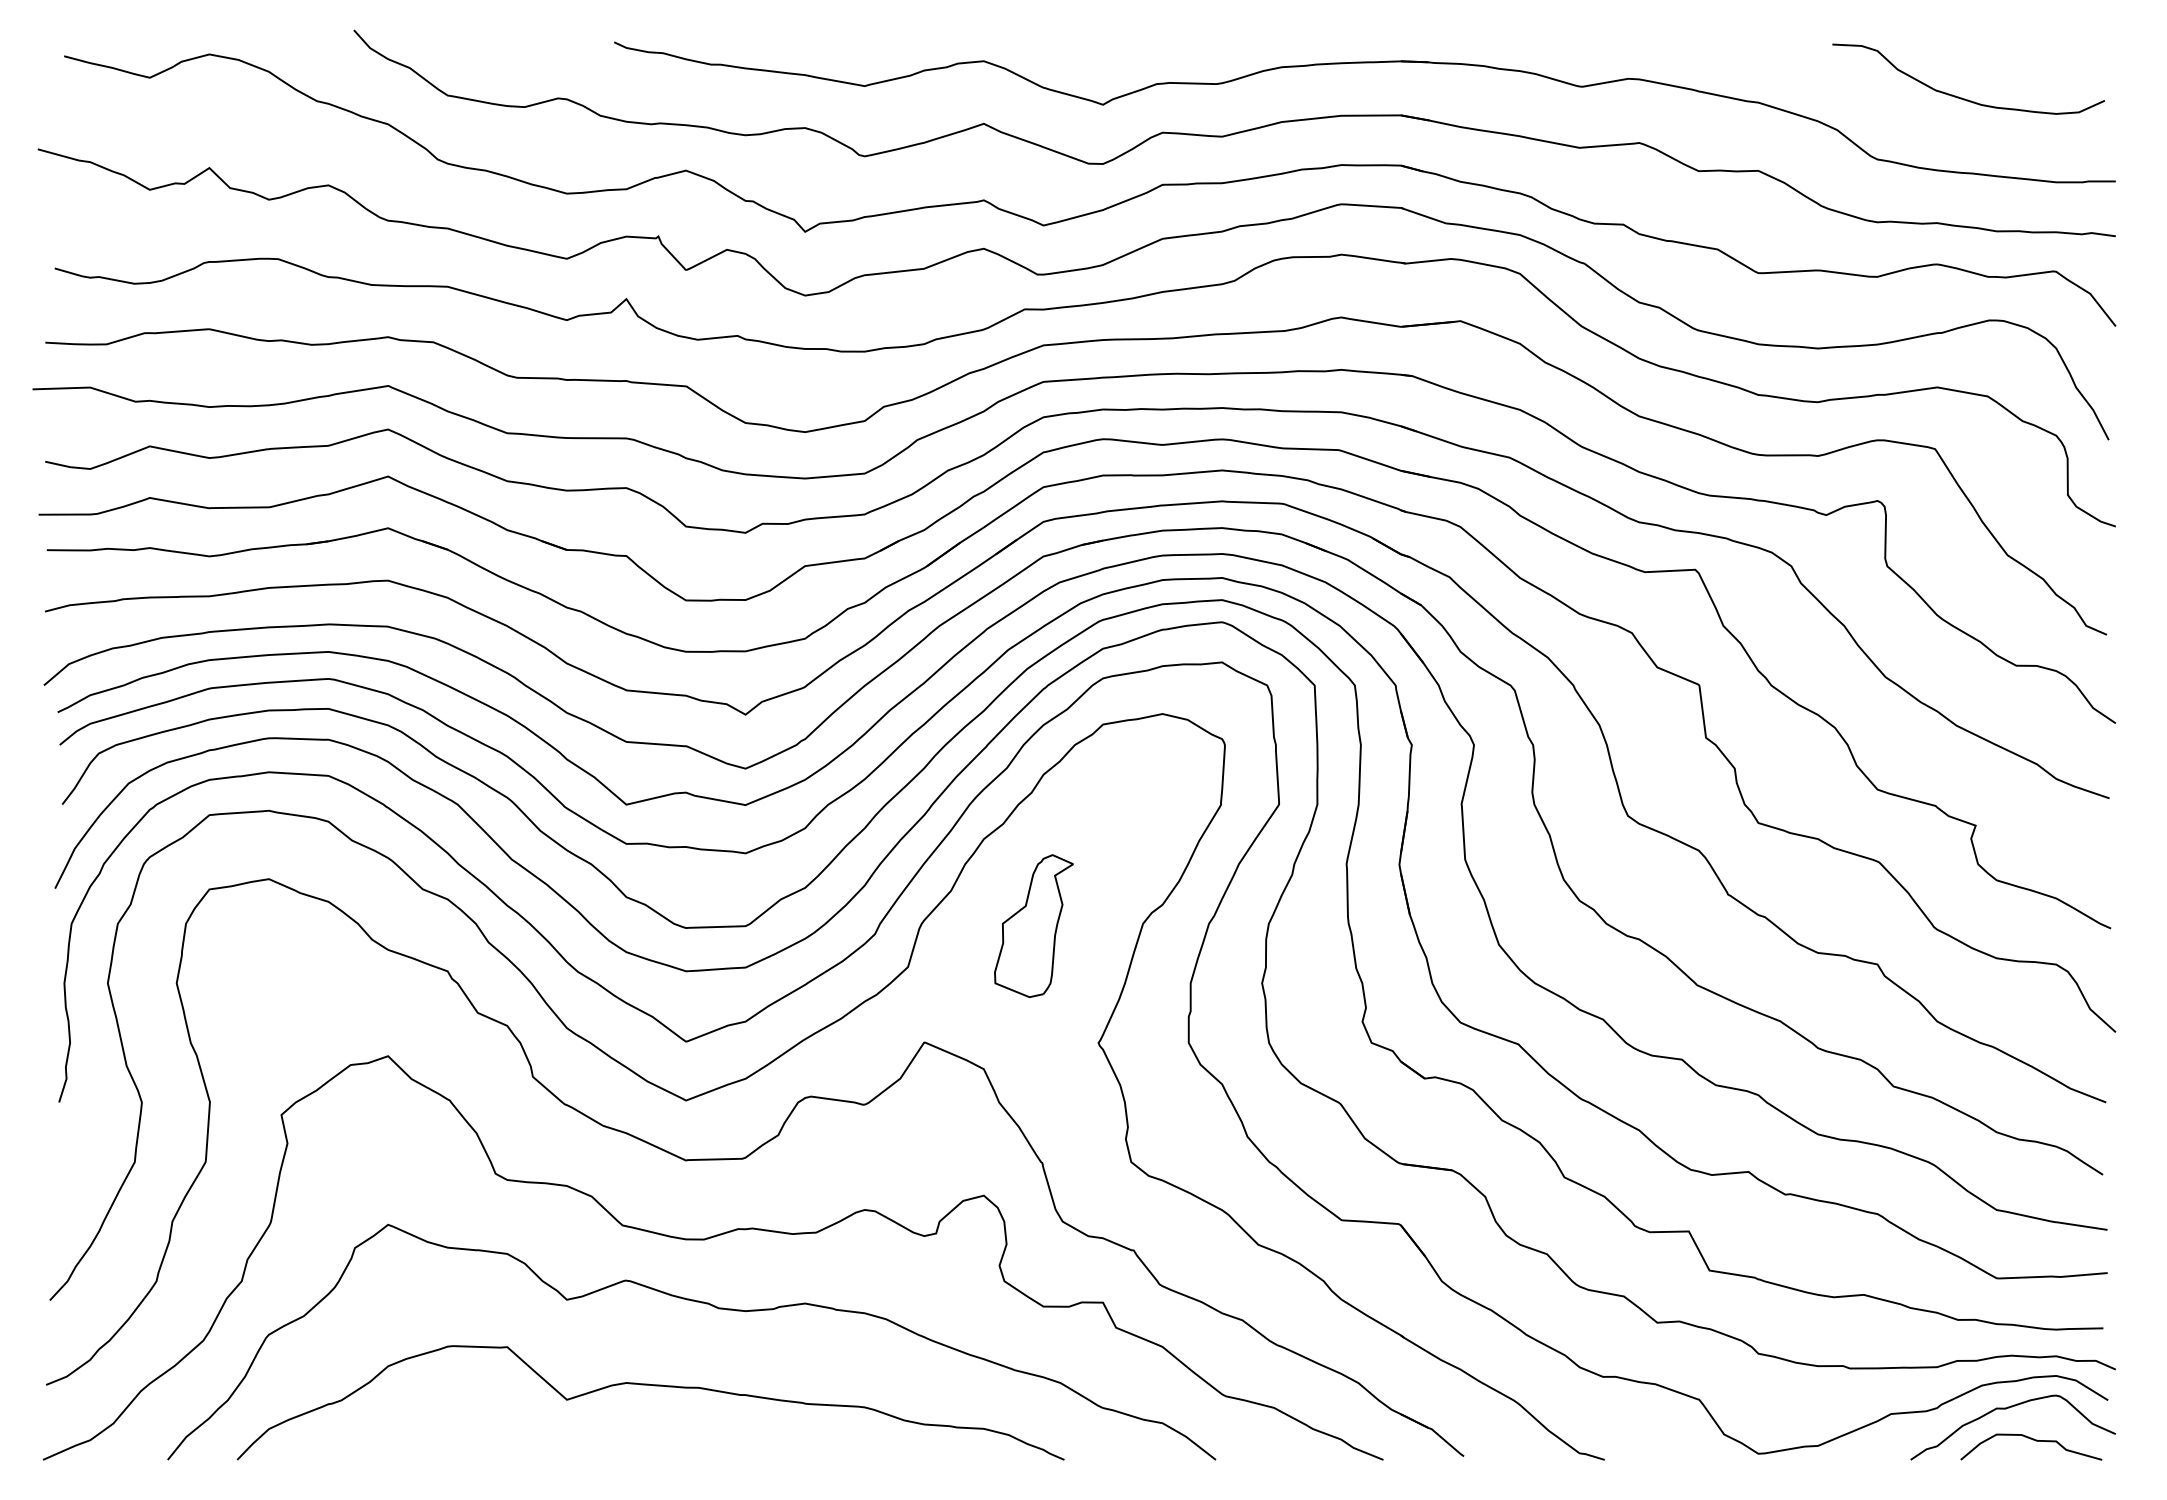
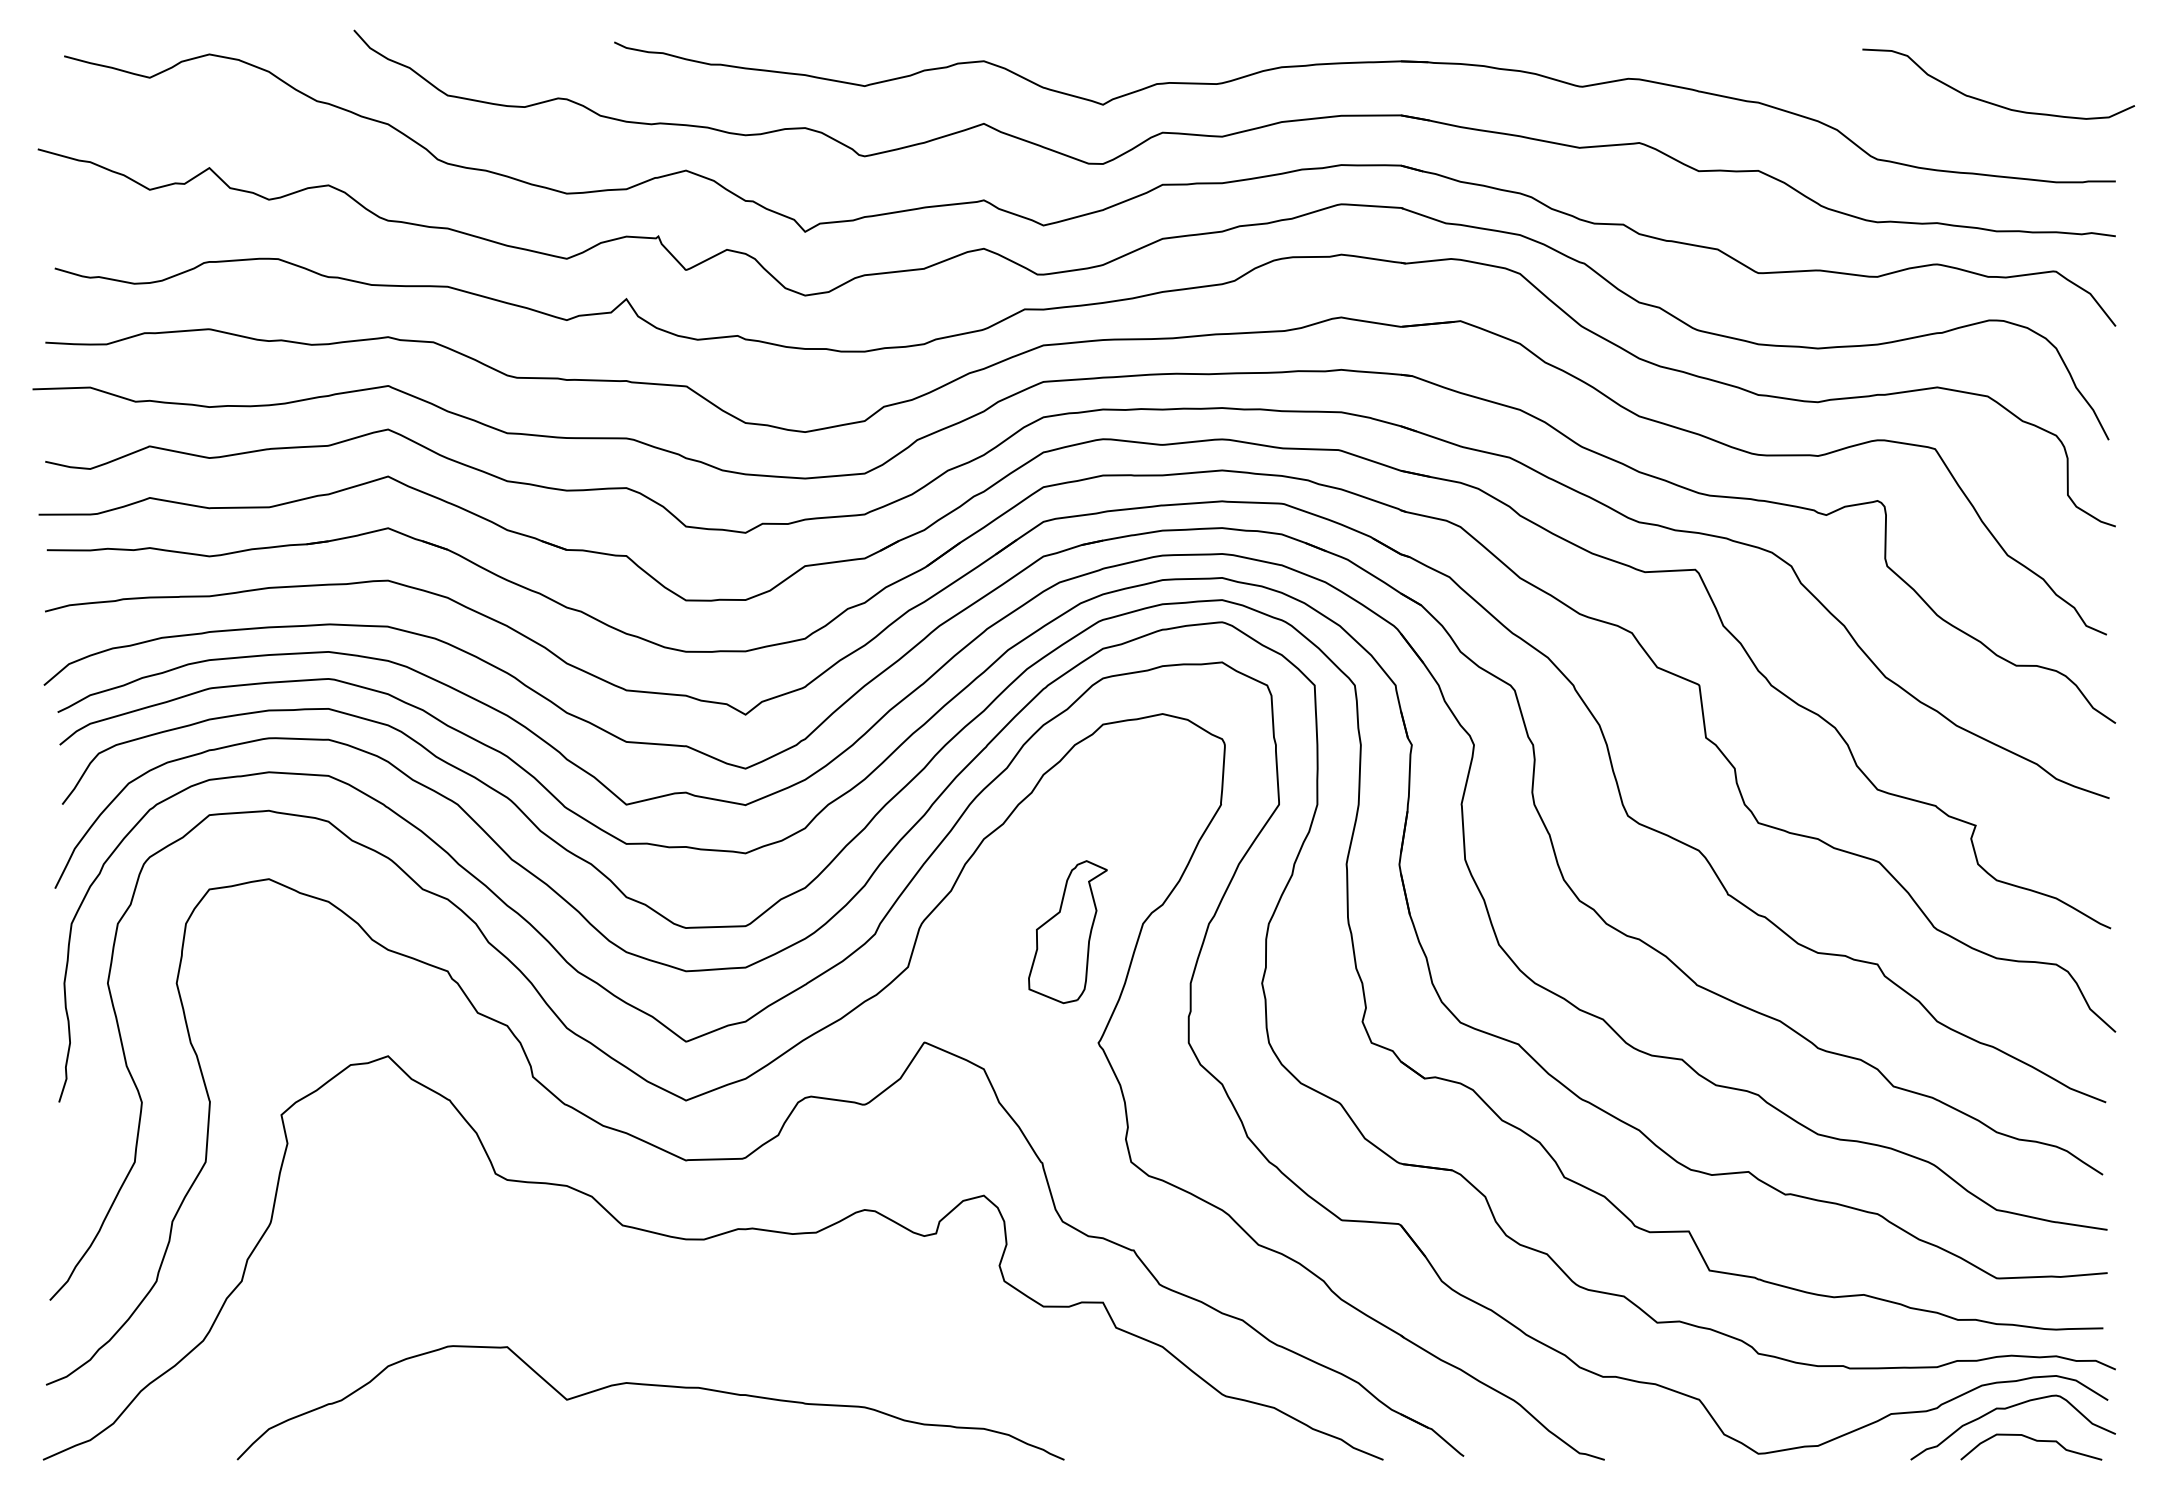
curve at (1965, 98) position: (1965, 98) -> (1995, 103)
part at (1033, 926) position: (1033, 926) -> (1067, 932)
curve at (701, 1303): present -> none
